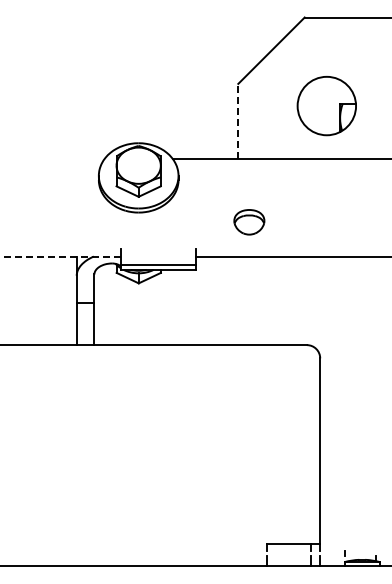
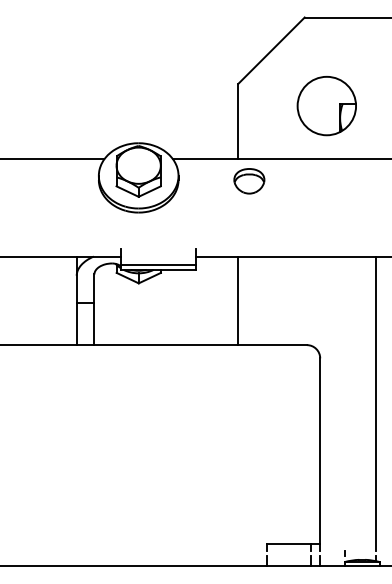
line at (238, 121): dashed -> solid
line at (53, 159): none -> present
part at (249, 222) position: (249, 222) -> (249, 181)
line at (60, 256): dashed -> solid
line at (238, 300): none -> present
line at (375, 403): none -> present
